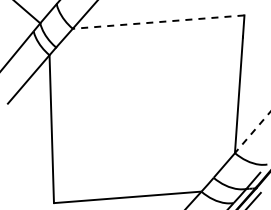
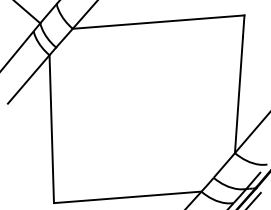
line at (158, 22): dashed -> solid
line at (252, 132): dashed -> solid
